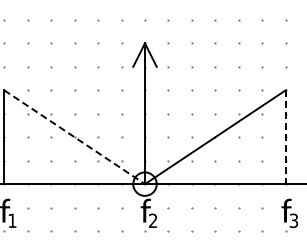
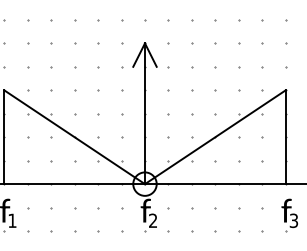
line at (74, 137): dashed -> solid
line at (285, 137): dashed -> solid
